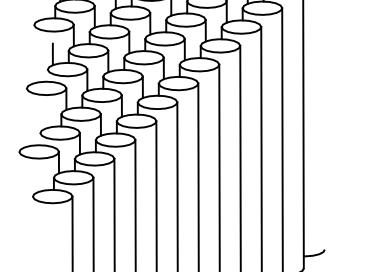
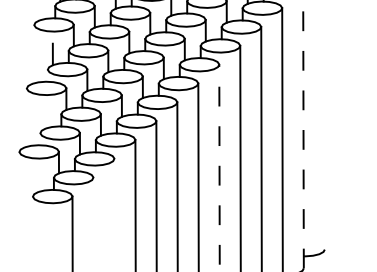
line at (303, 133): solid -> dashed
line at (219, 167): solid -> dashed
line at (114, 213): present -> none
line at (93, 222): present -> none
